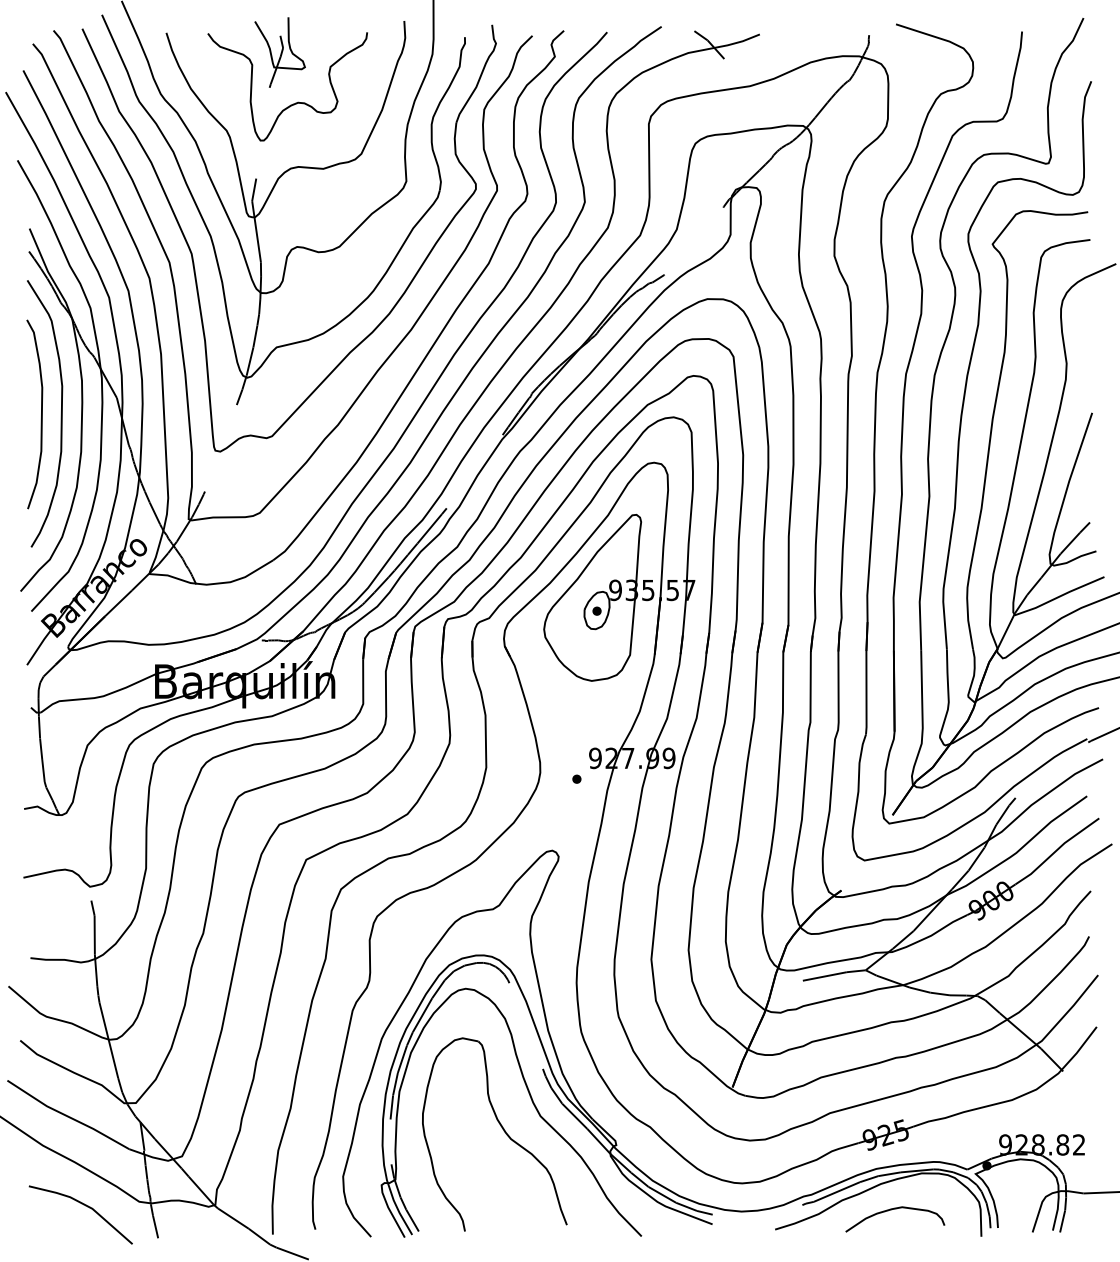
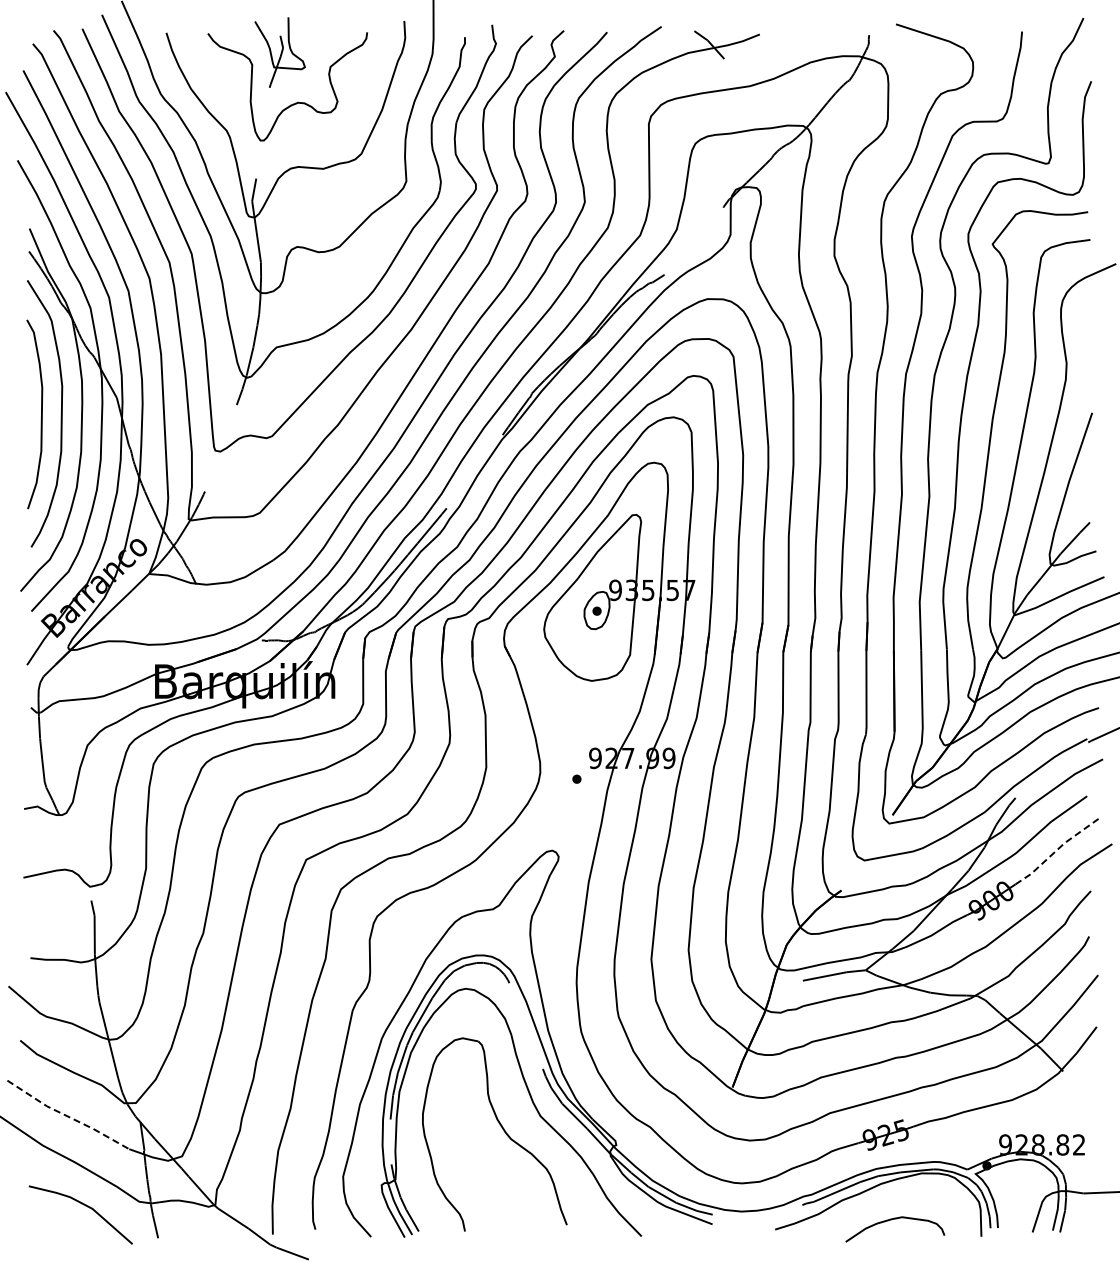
line at (1056, 850): solid -> dashed
line at (67, 1116): solid -> dashed
curve at (891, 1210) position: (891, 1210) -> (891, 1220)
